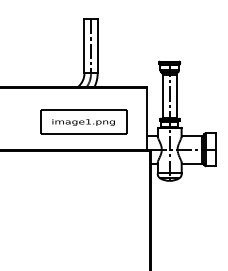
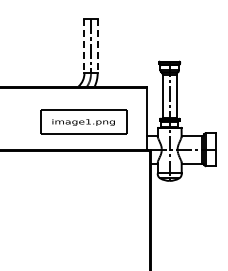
line at (84, 46): solid -> dashed
line at (97, 46): solid -> dashed
